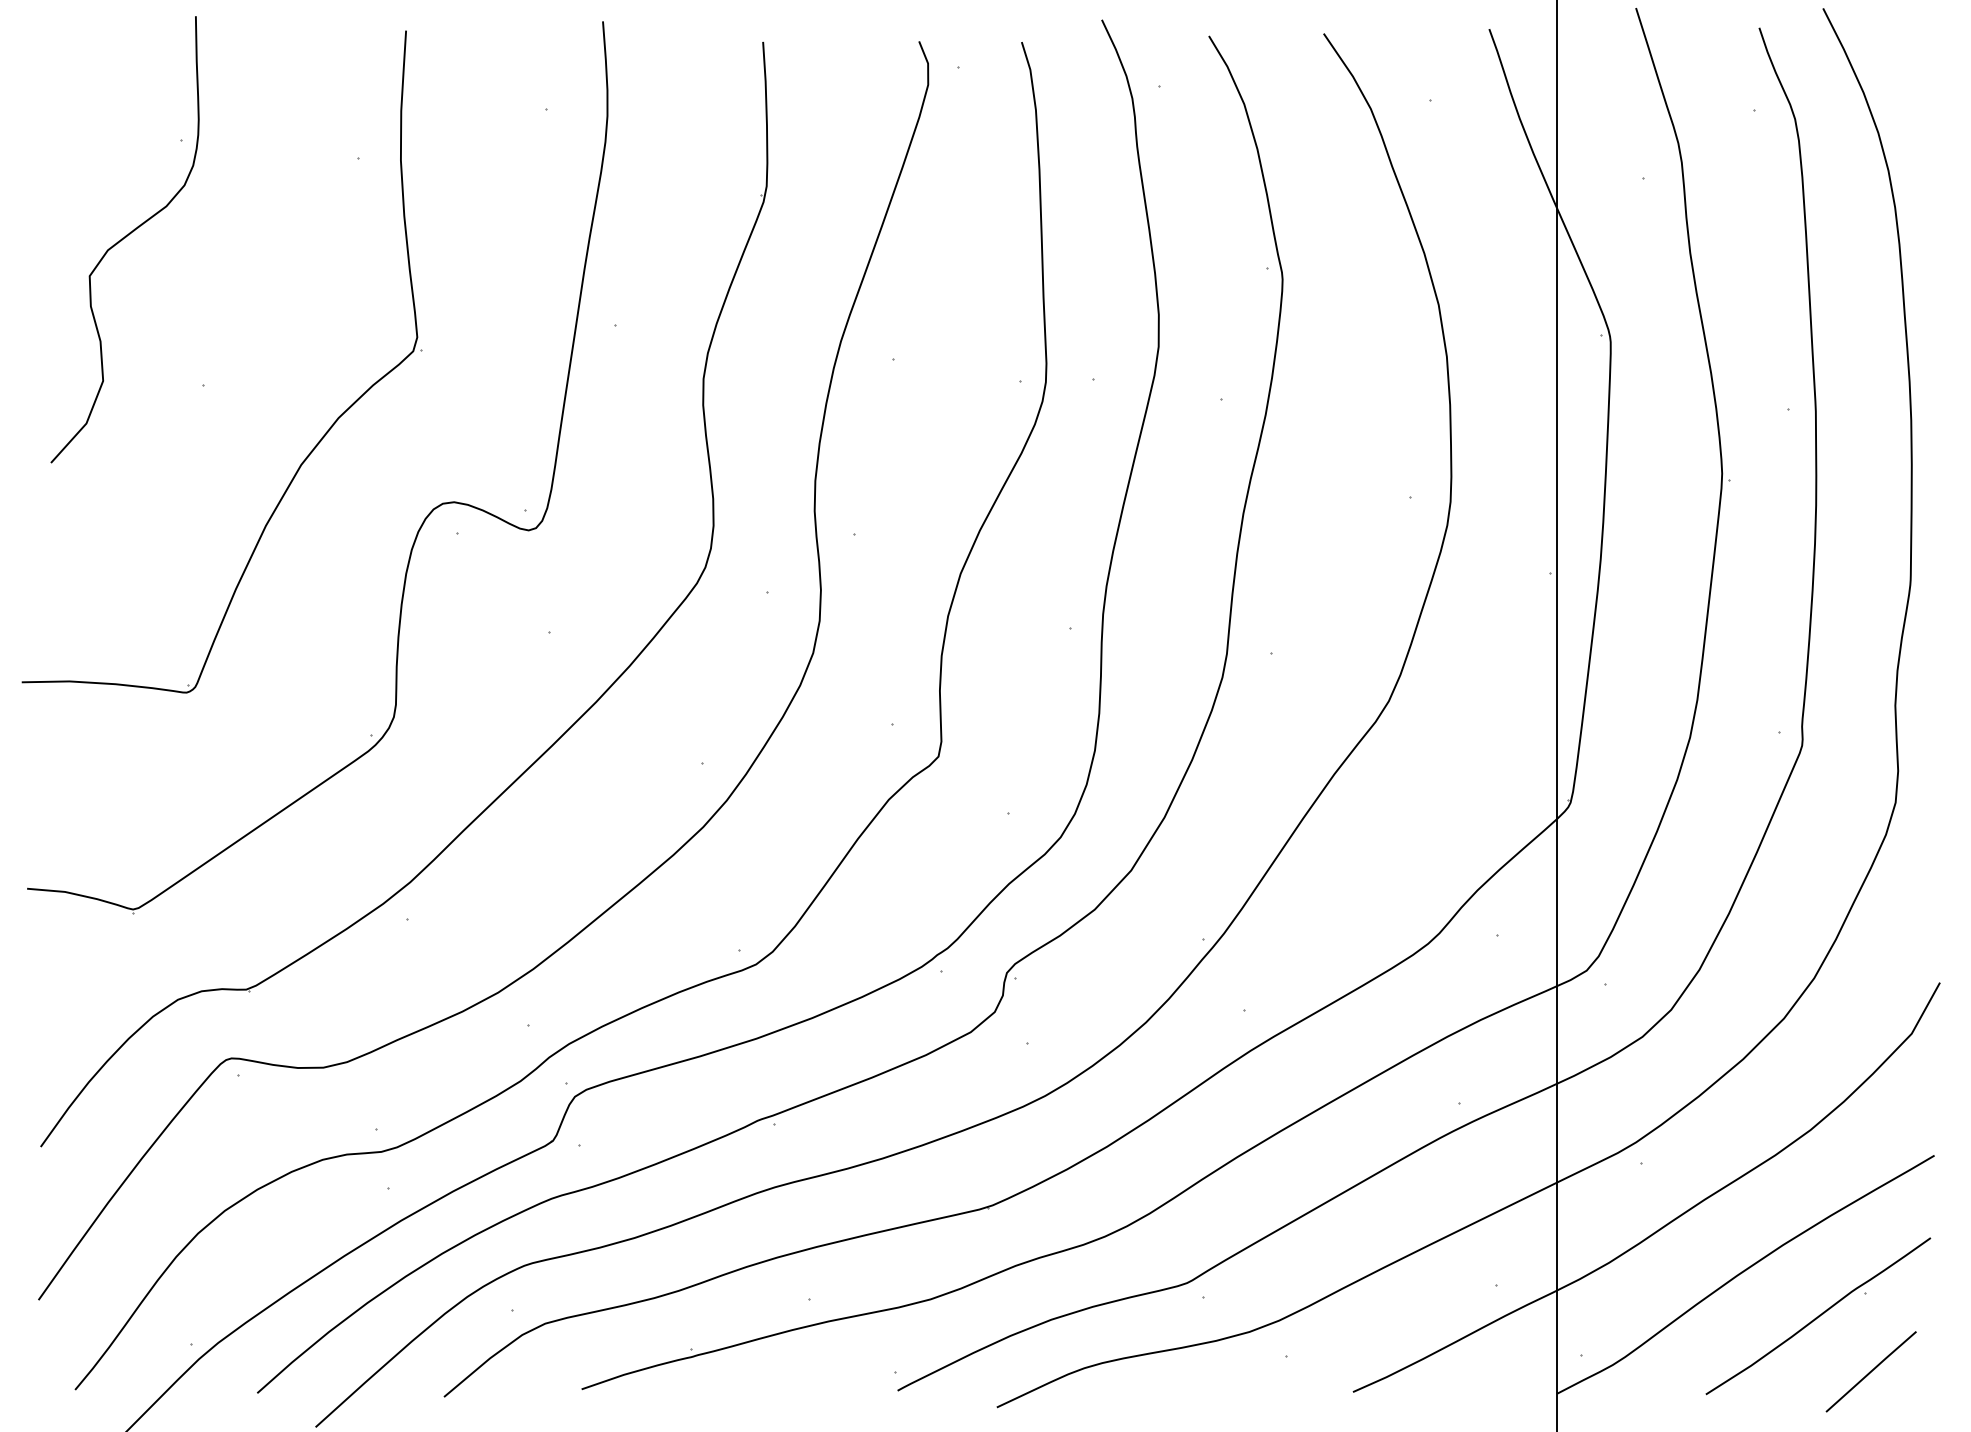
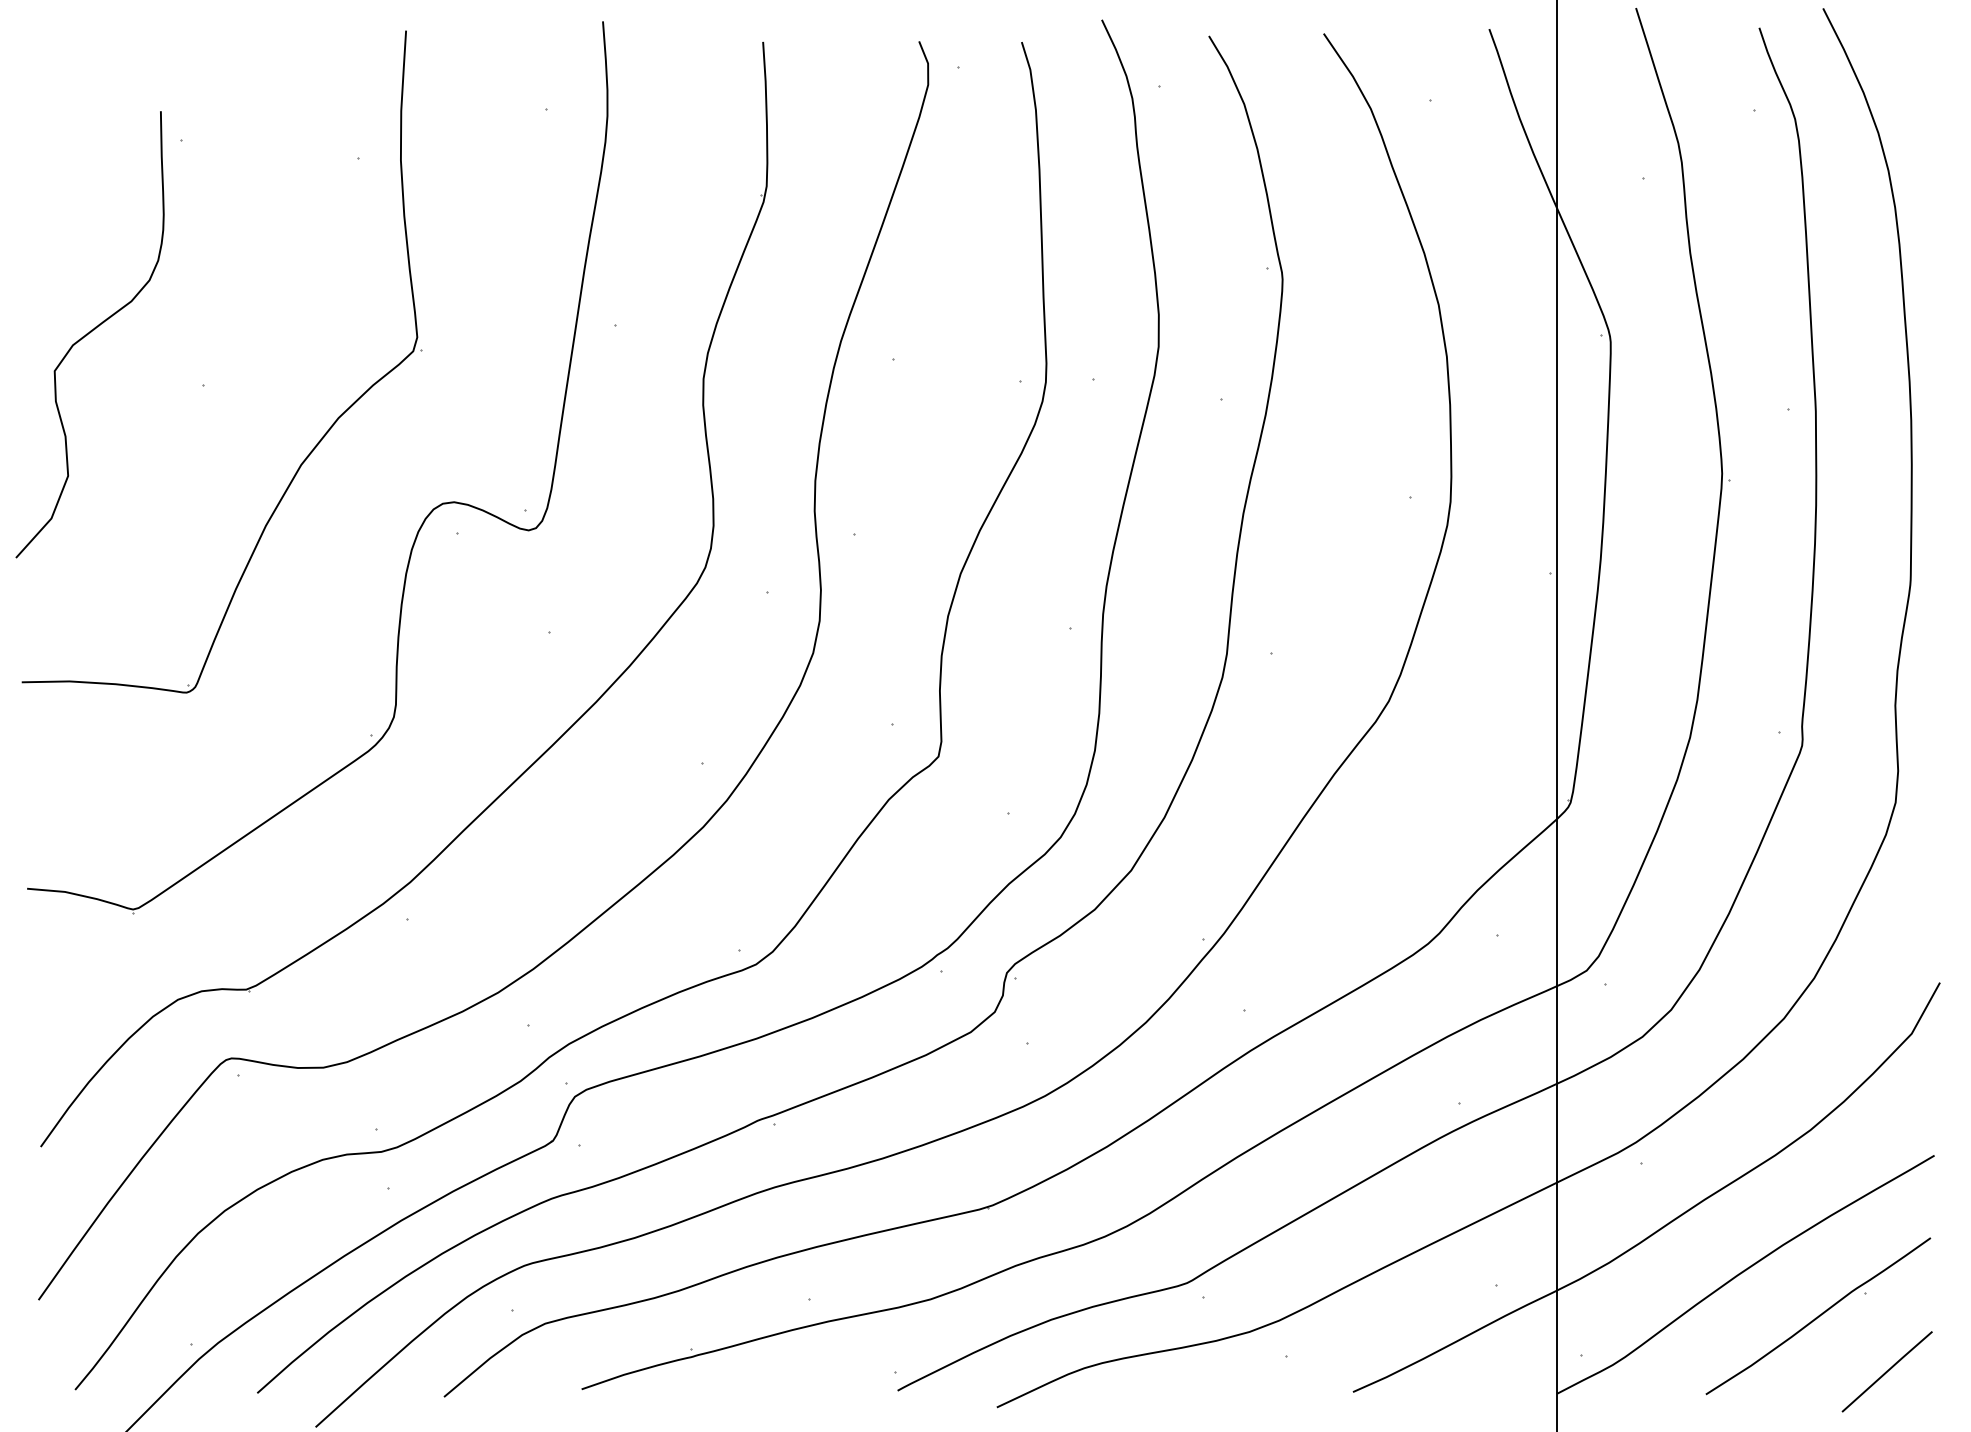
curve at (124, 238) position: (124, 238) -> (89, 333)
line at (1870, 1371) position: (1870, 1371) -> (1886, 1371)
